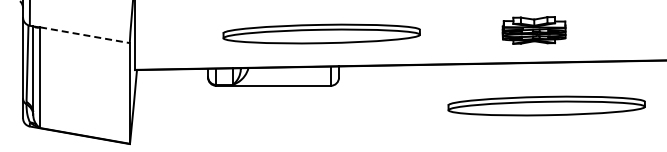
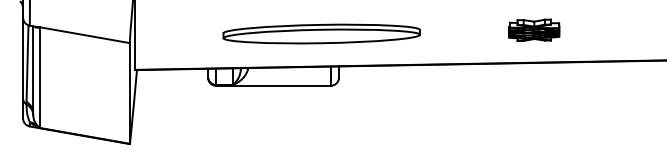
part at (533, 30) size: 66x29 px -> 53x24 px
line at (84, 35): dashed -> solid
part at (546, 105): present -> none
